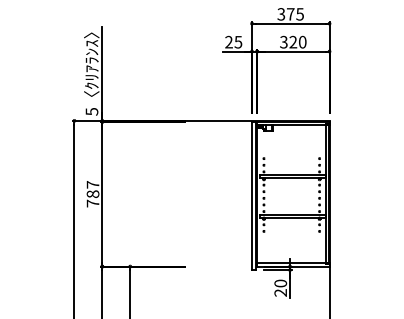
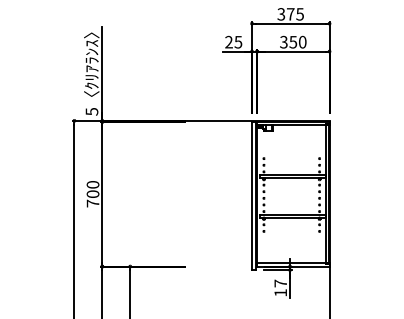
text at (293, 41): 320 -> 350
text at (92, 189): 787 -> 700
text at (280, 287): 20 -> 17
